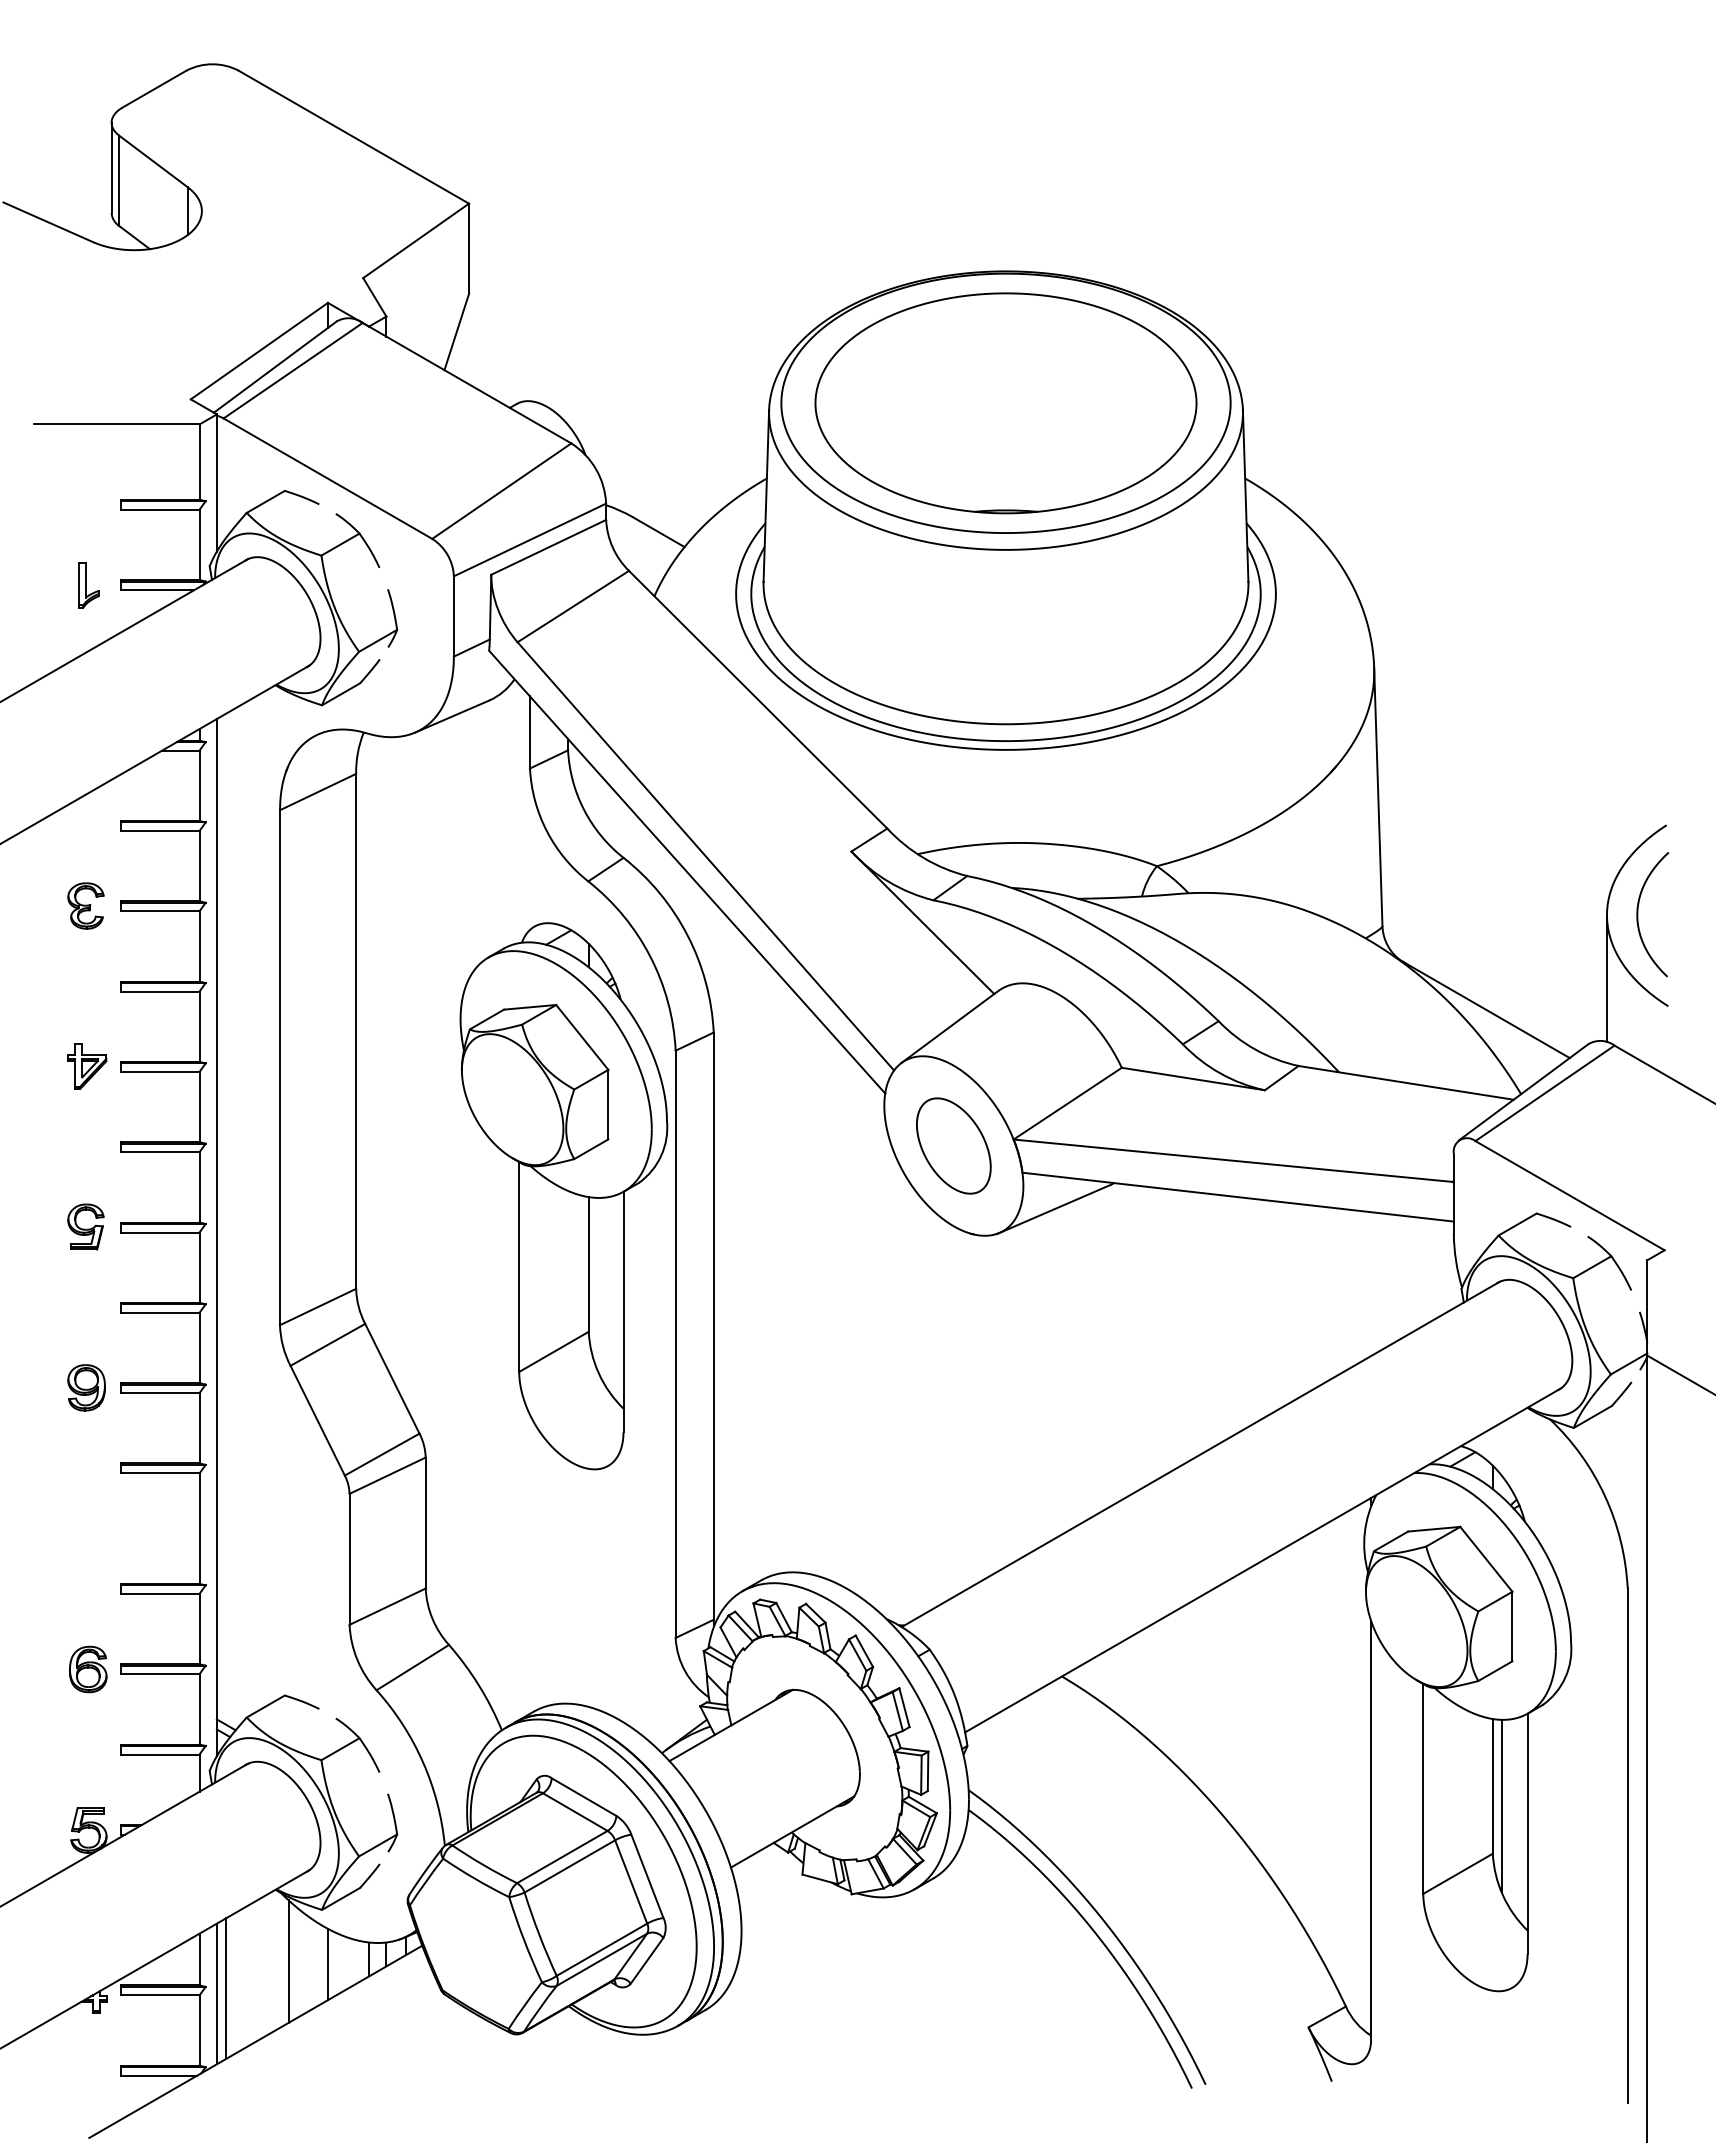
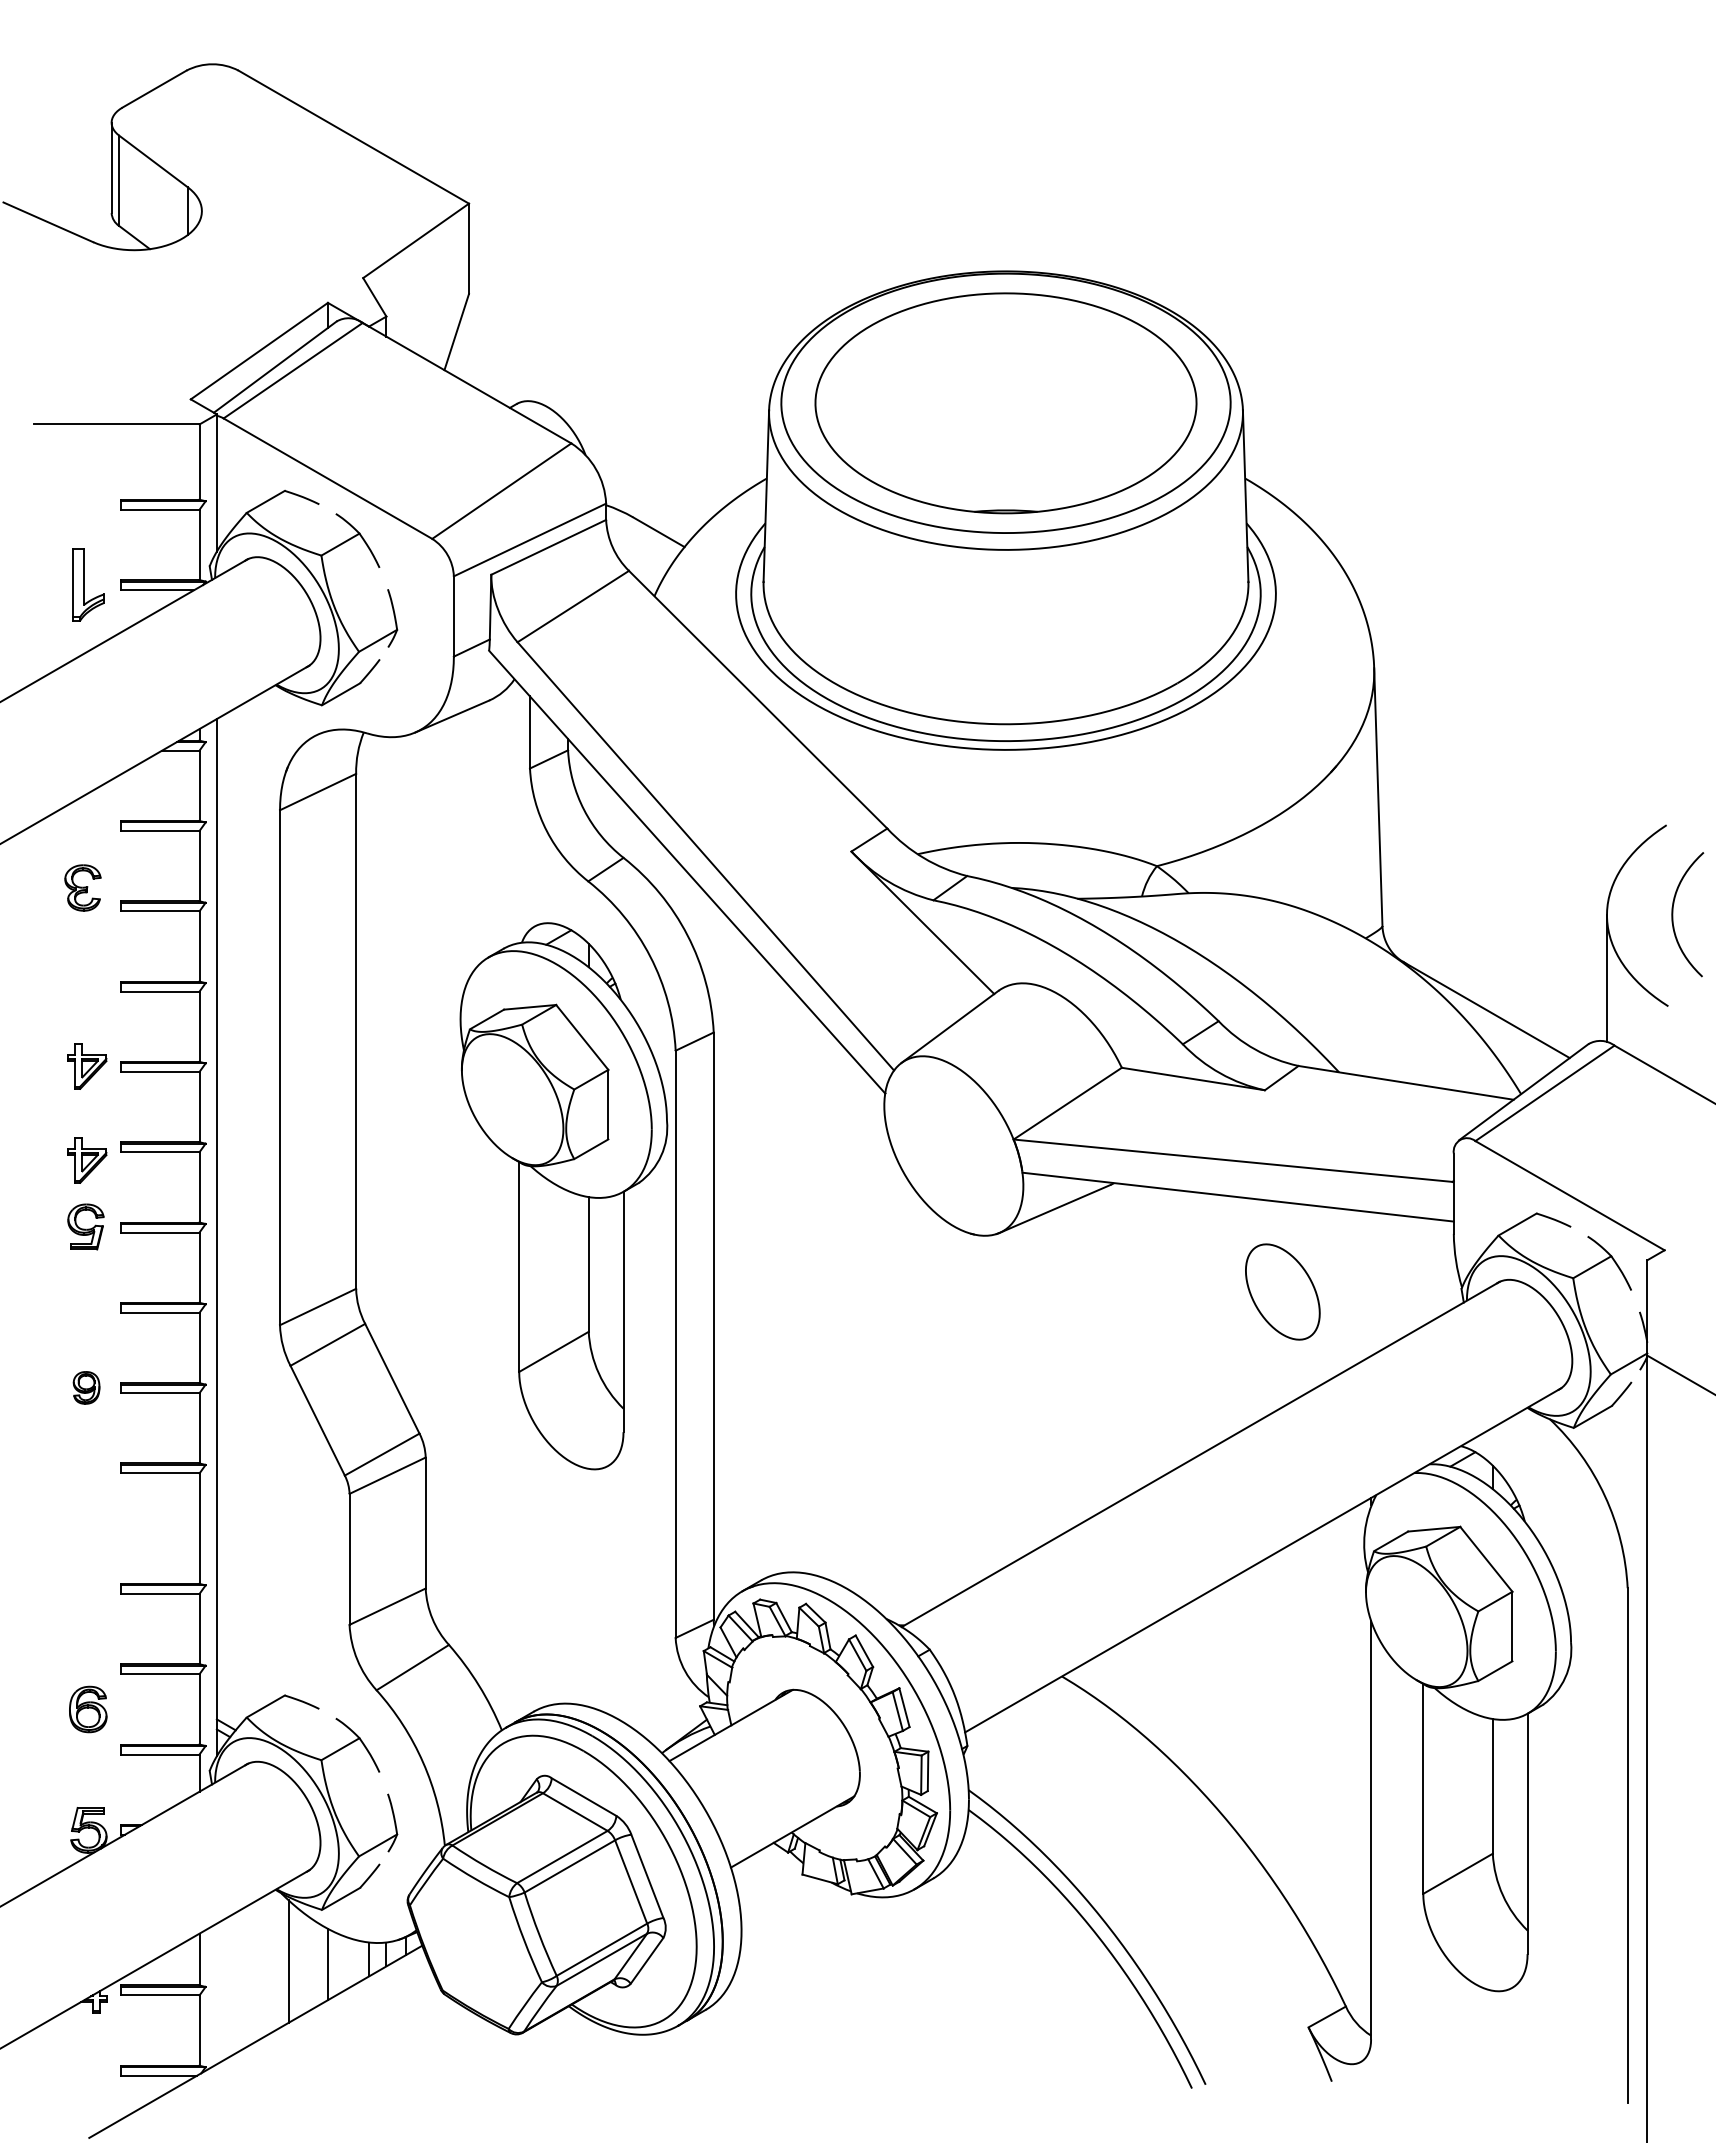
part at (88, 585) size: 22x47 px -> 33x74 px
part at (85, 905) position: (85, 905) -> (82, 887)
curve at (1638, 914) position: (1638, 914) -> (1673, 914)
part at (953, 1145) position: (953, 1145) -> (1282, 1291)
part at (87, 1160): none -> present
part at (86, 1387) size: 39x48 px -> 29x34 px
part at (88, 1669) position: (88, 1669) -> (88, 1709)
line at (1501, 1805): present -> none
line at (226, 1988): present -> none
line at (216, 1993): present -> none
